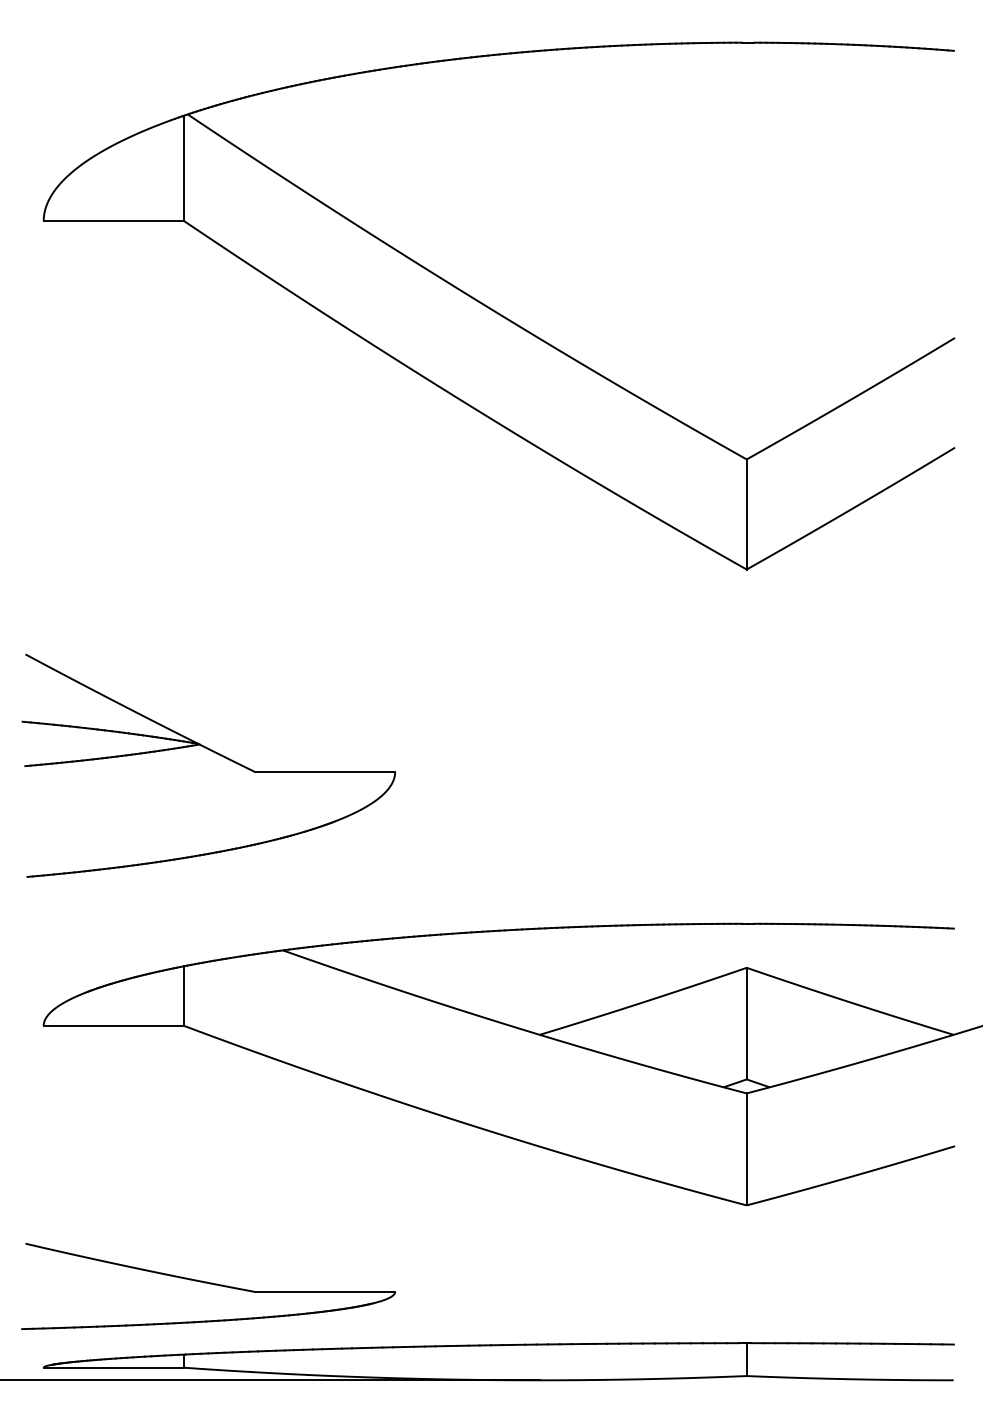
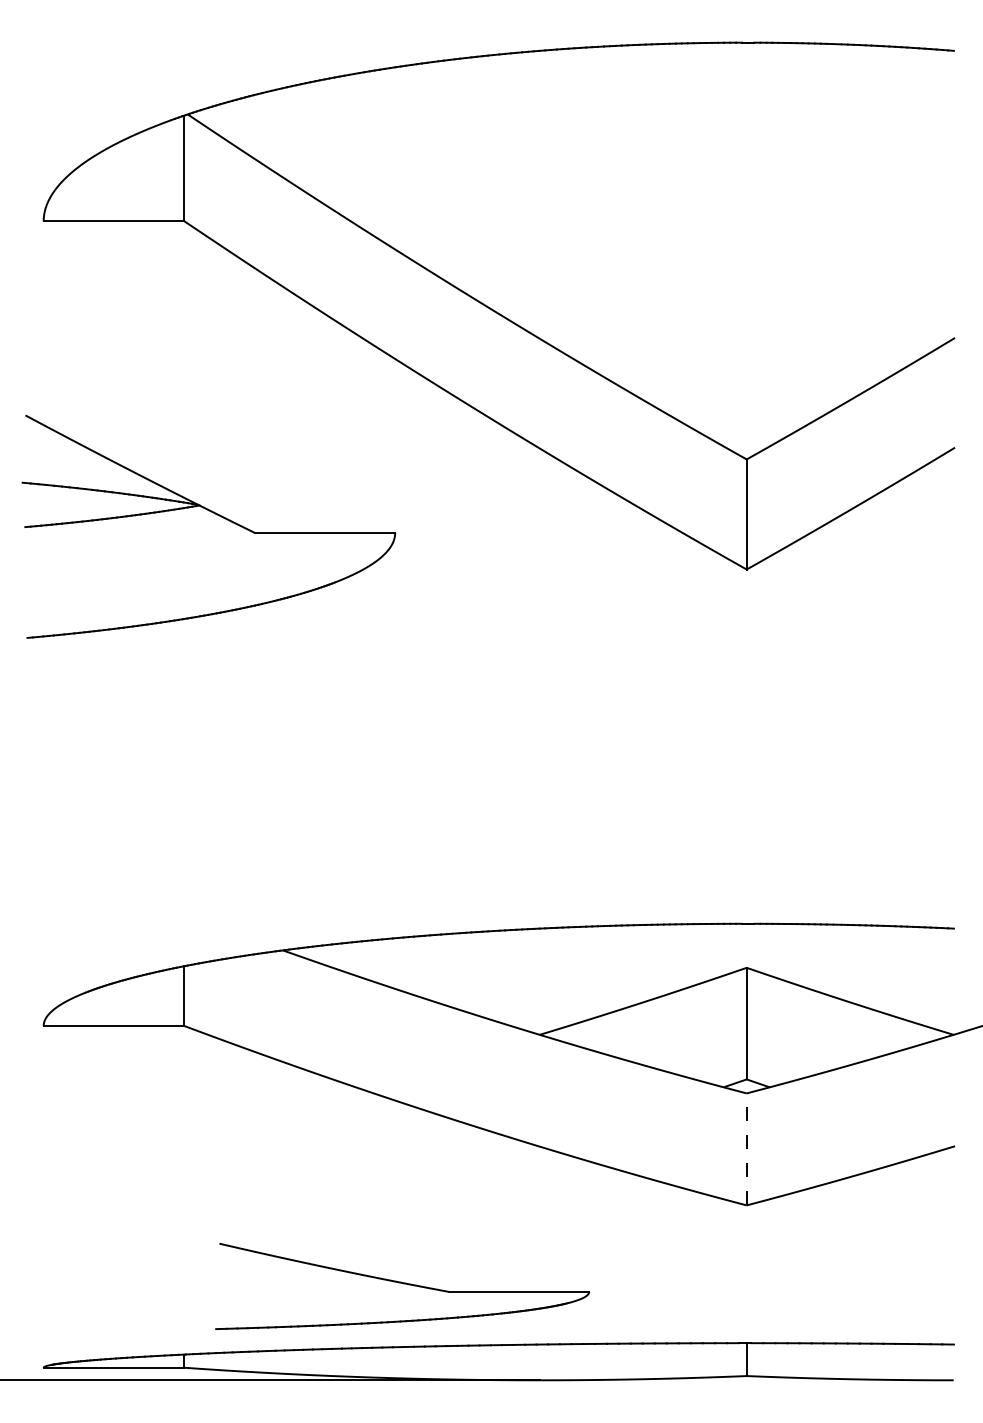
part at (215, 753) position: (215, 753) -> (215, 514)
line at (746, 1149): solid -> dashed
part at (208, 1286) position: (208, 1286) -> (402, 1286)
